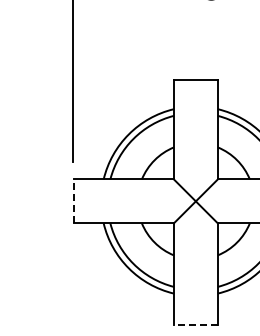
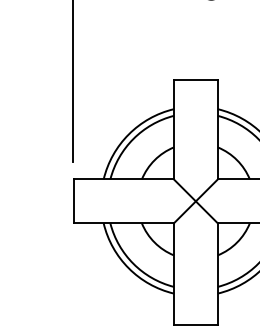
line at (74, 201): dashed -> solid
line at (195, 325): dashed -> solid
